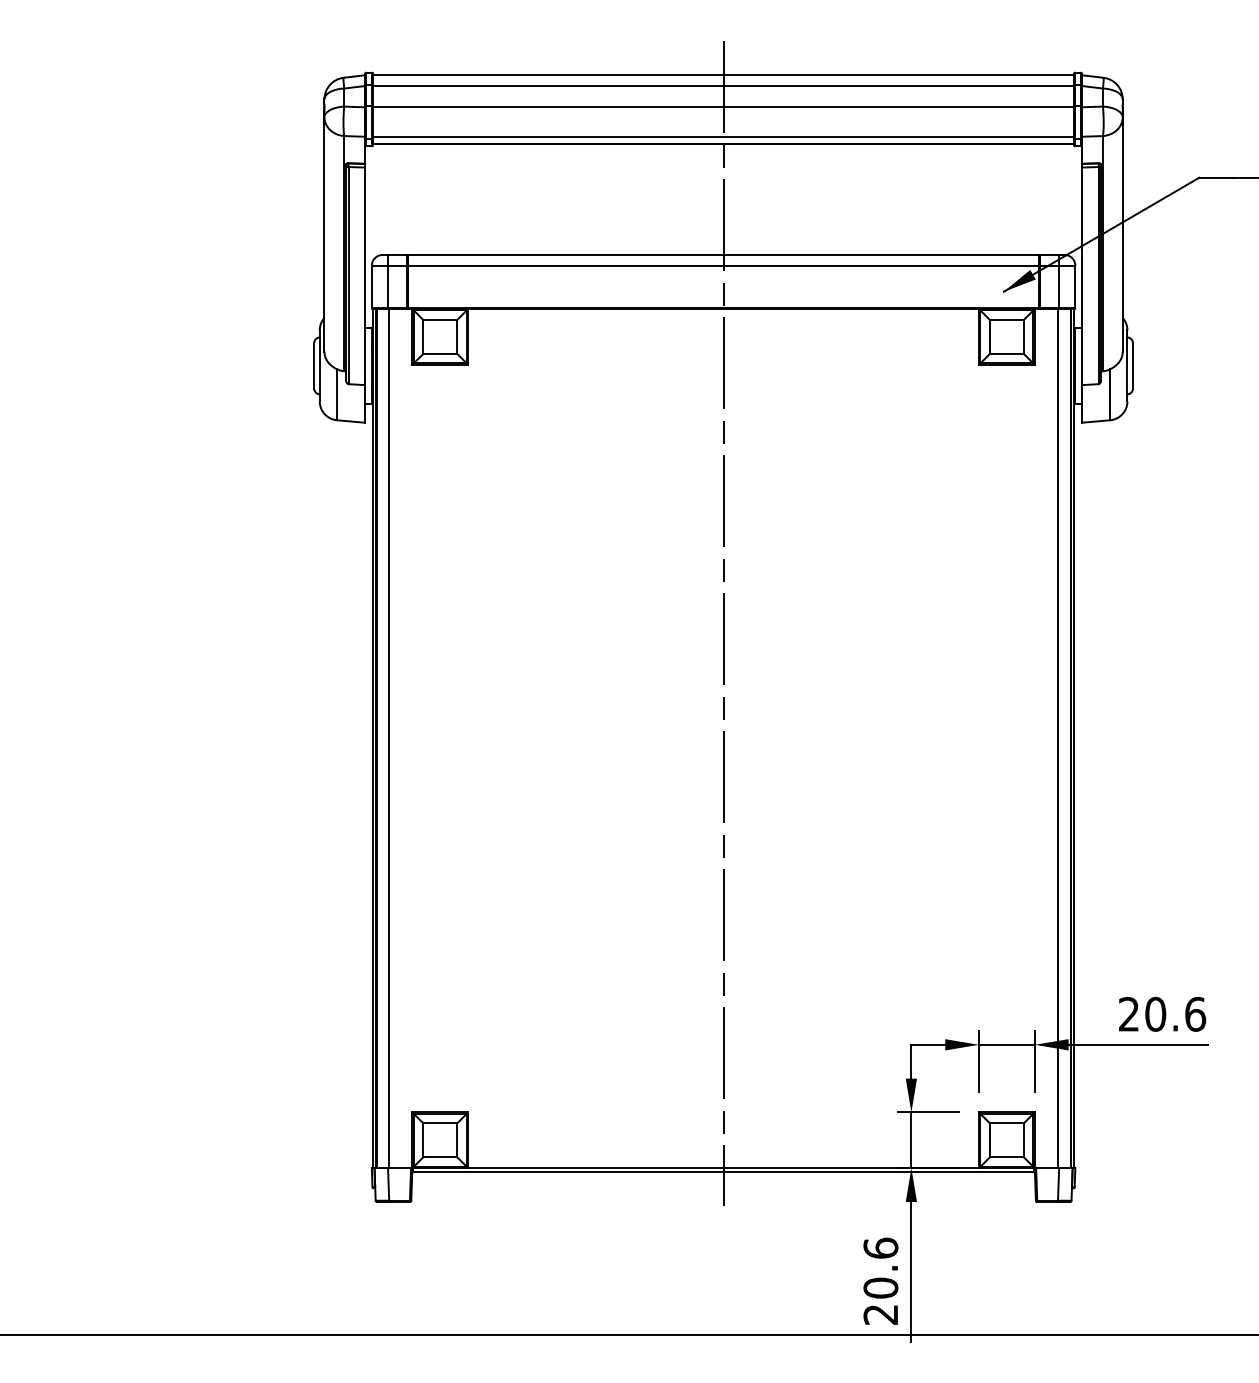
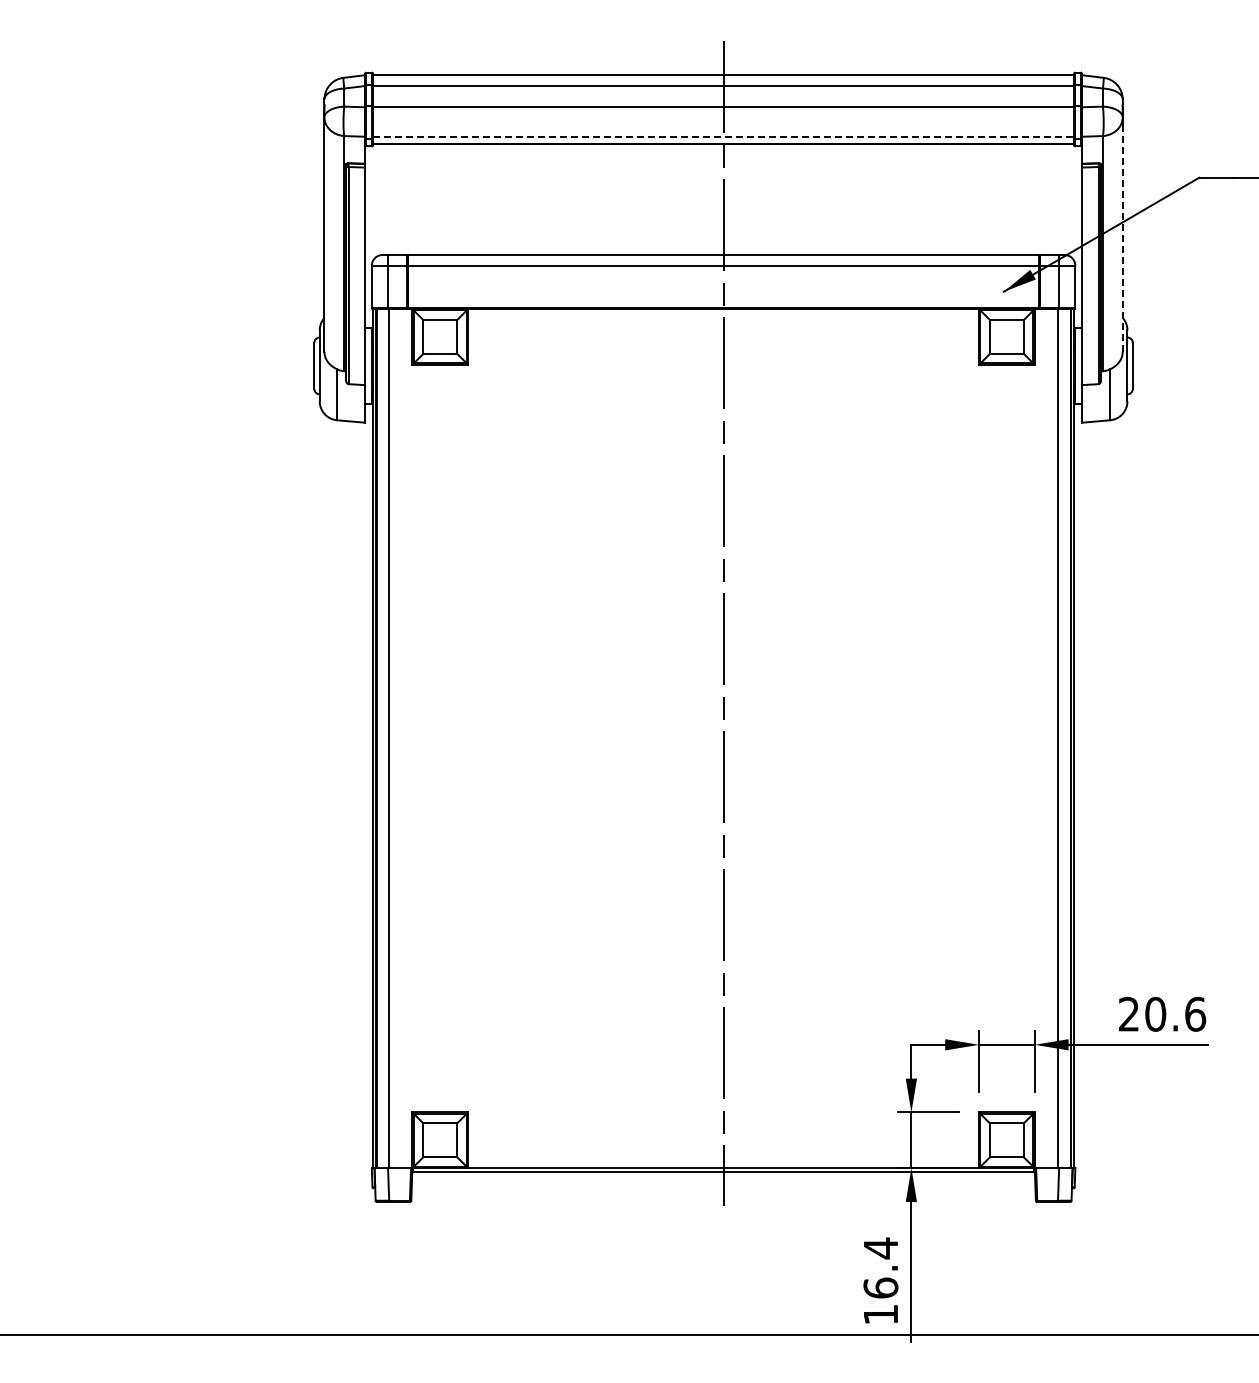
line at (724, 136): solid -> dashed
line at (1122, 237): solid -> dashed
text at (880, 1280): 20.6 -> 16.4
